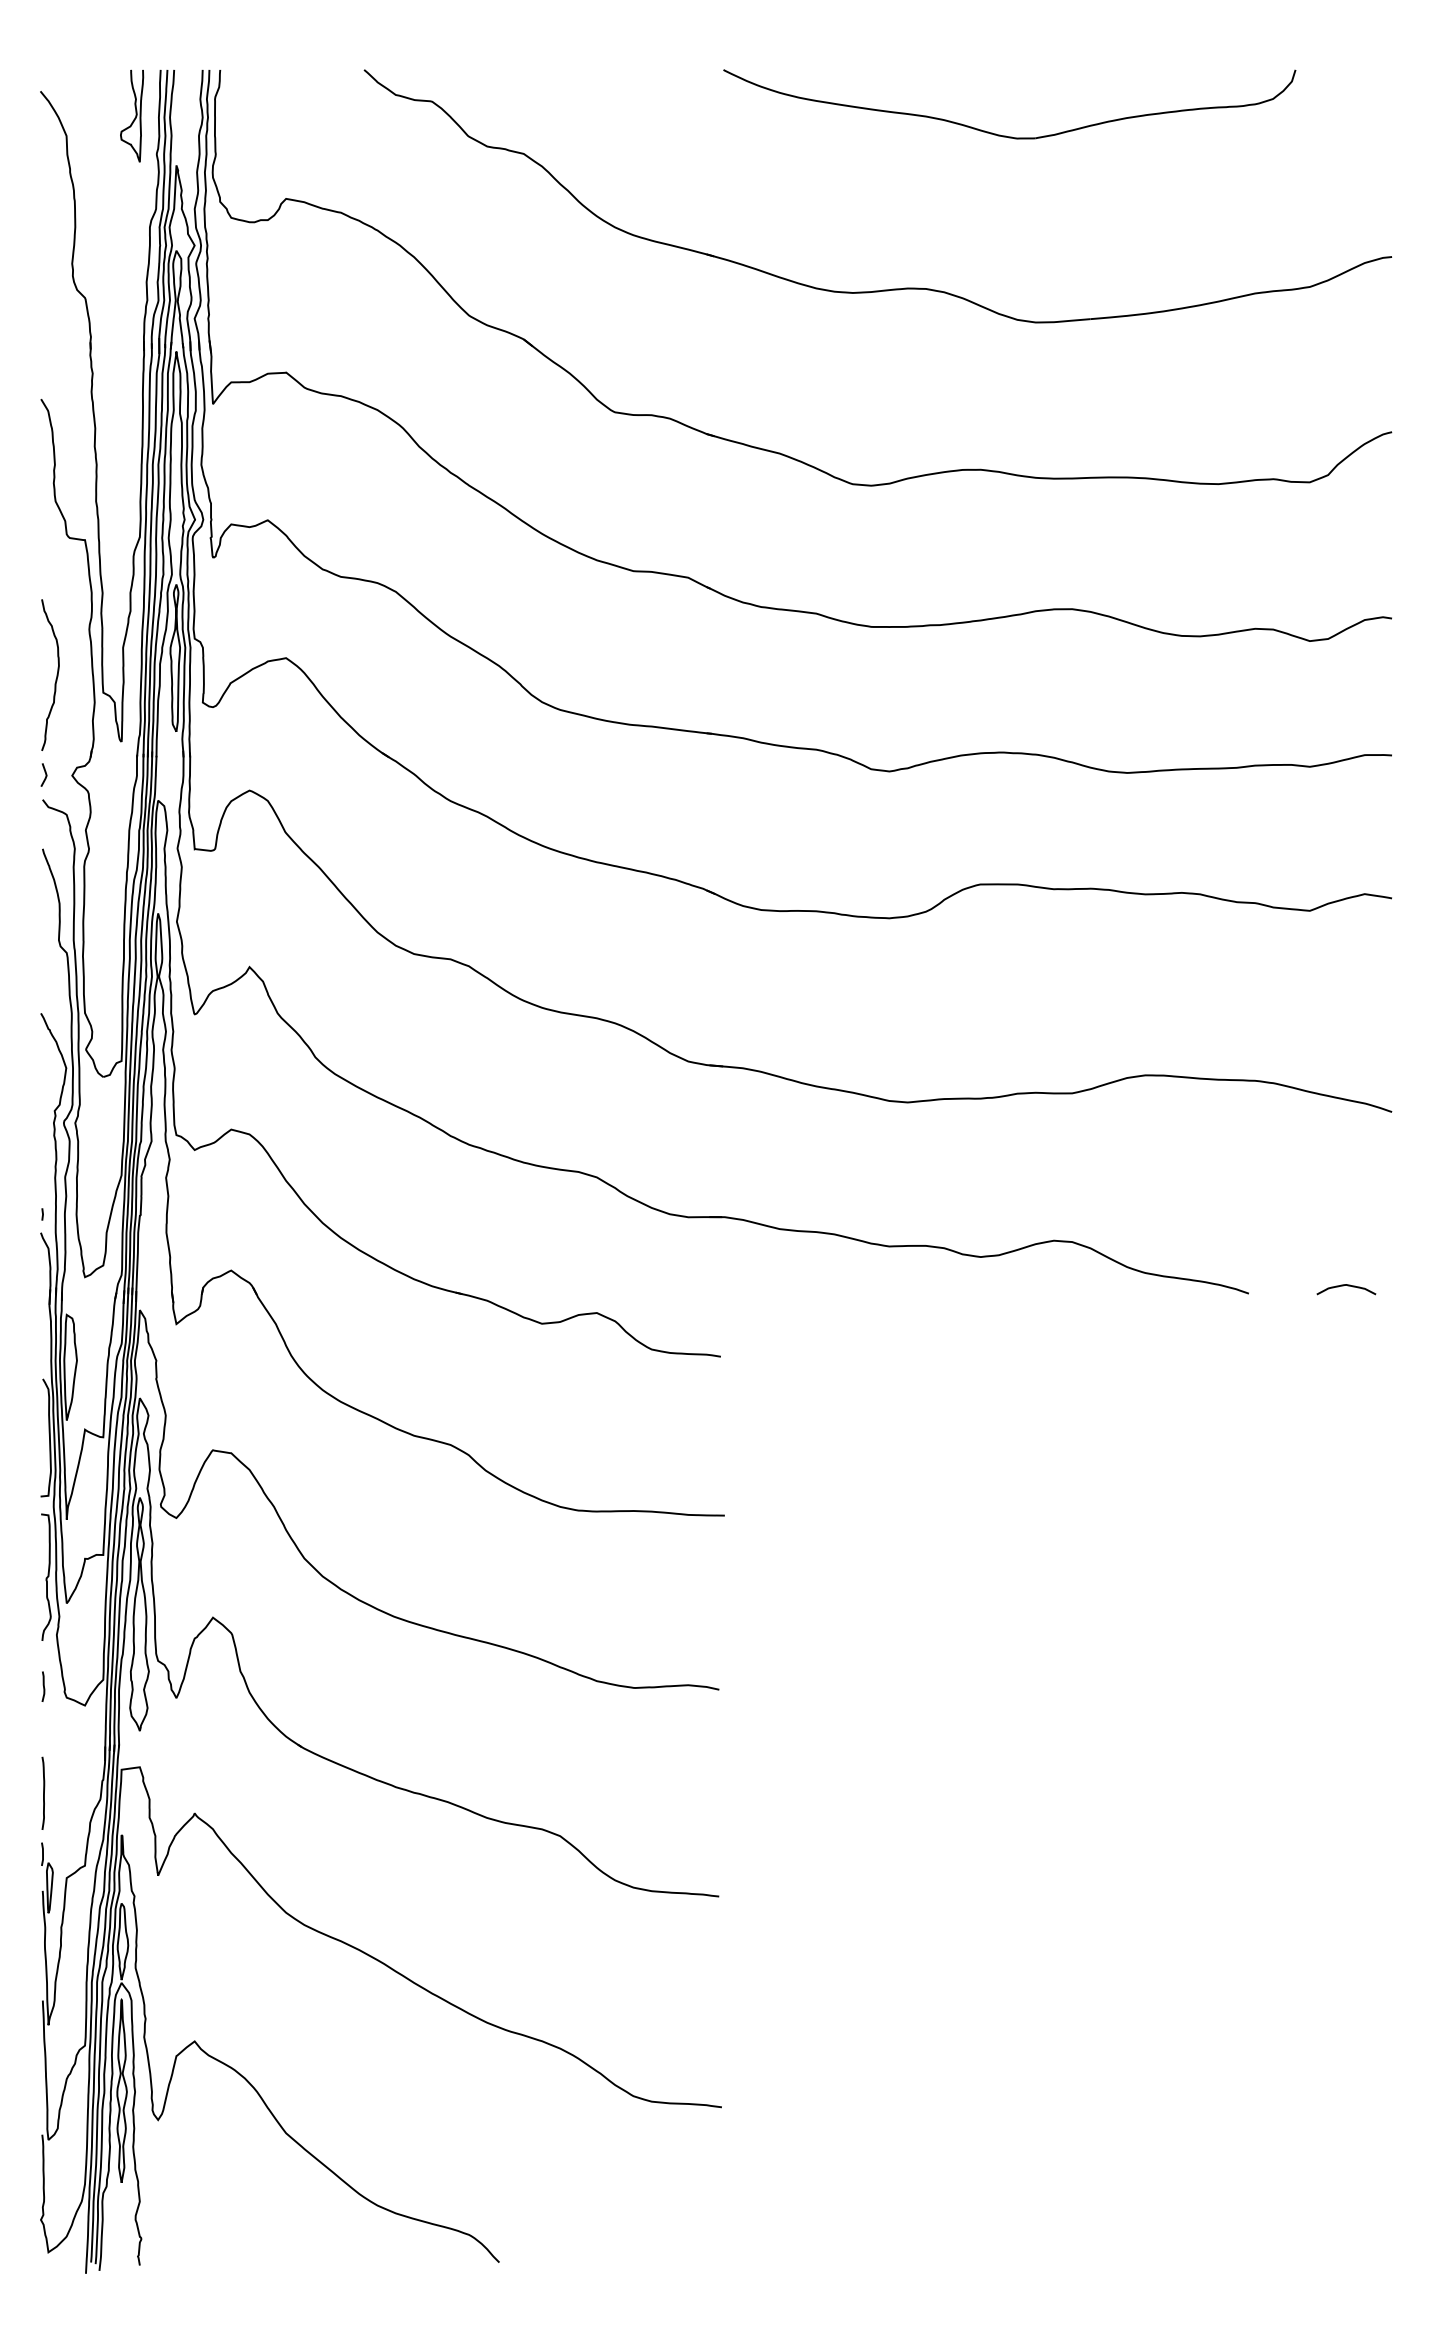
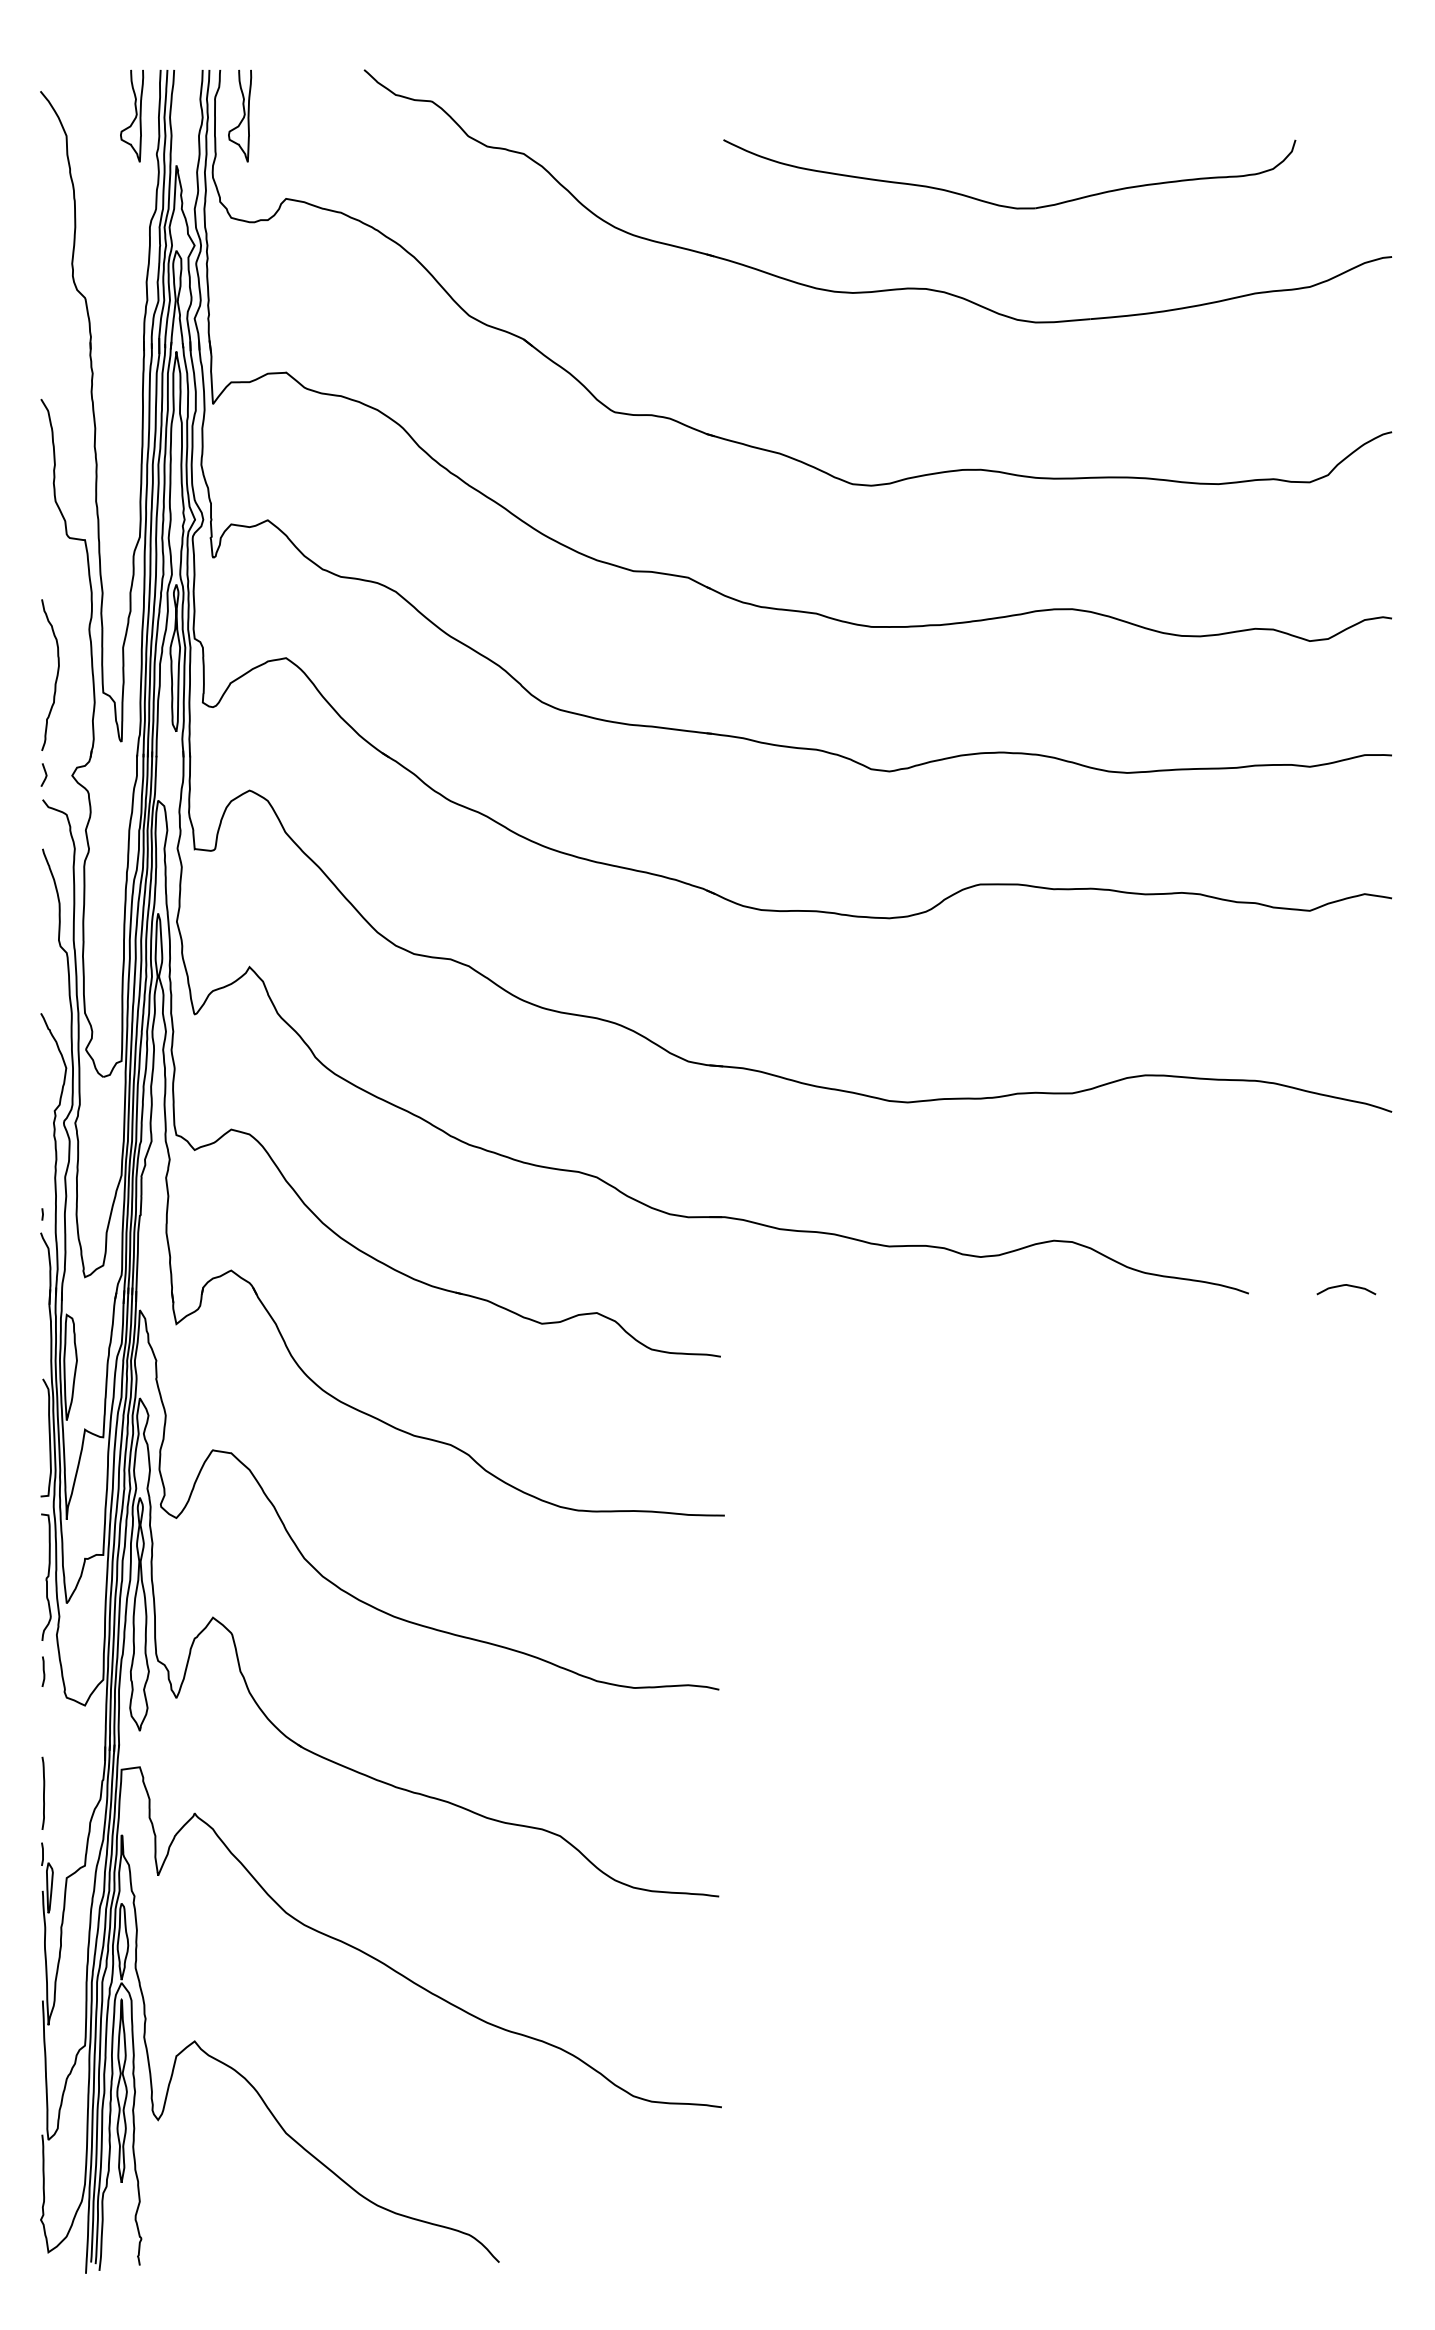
curve at (242, 117): none -> present
part at (1006, 135) position: (1006, 135) -> (1006, 205)
curve at (43, 1686) position: (43, 1686) -> (43, 1671)
